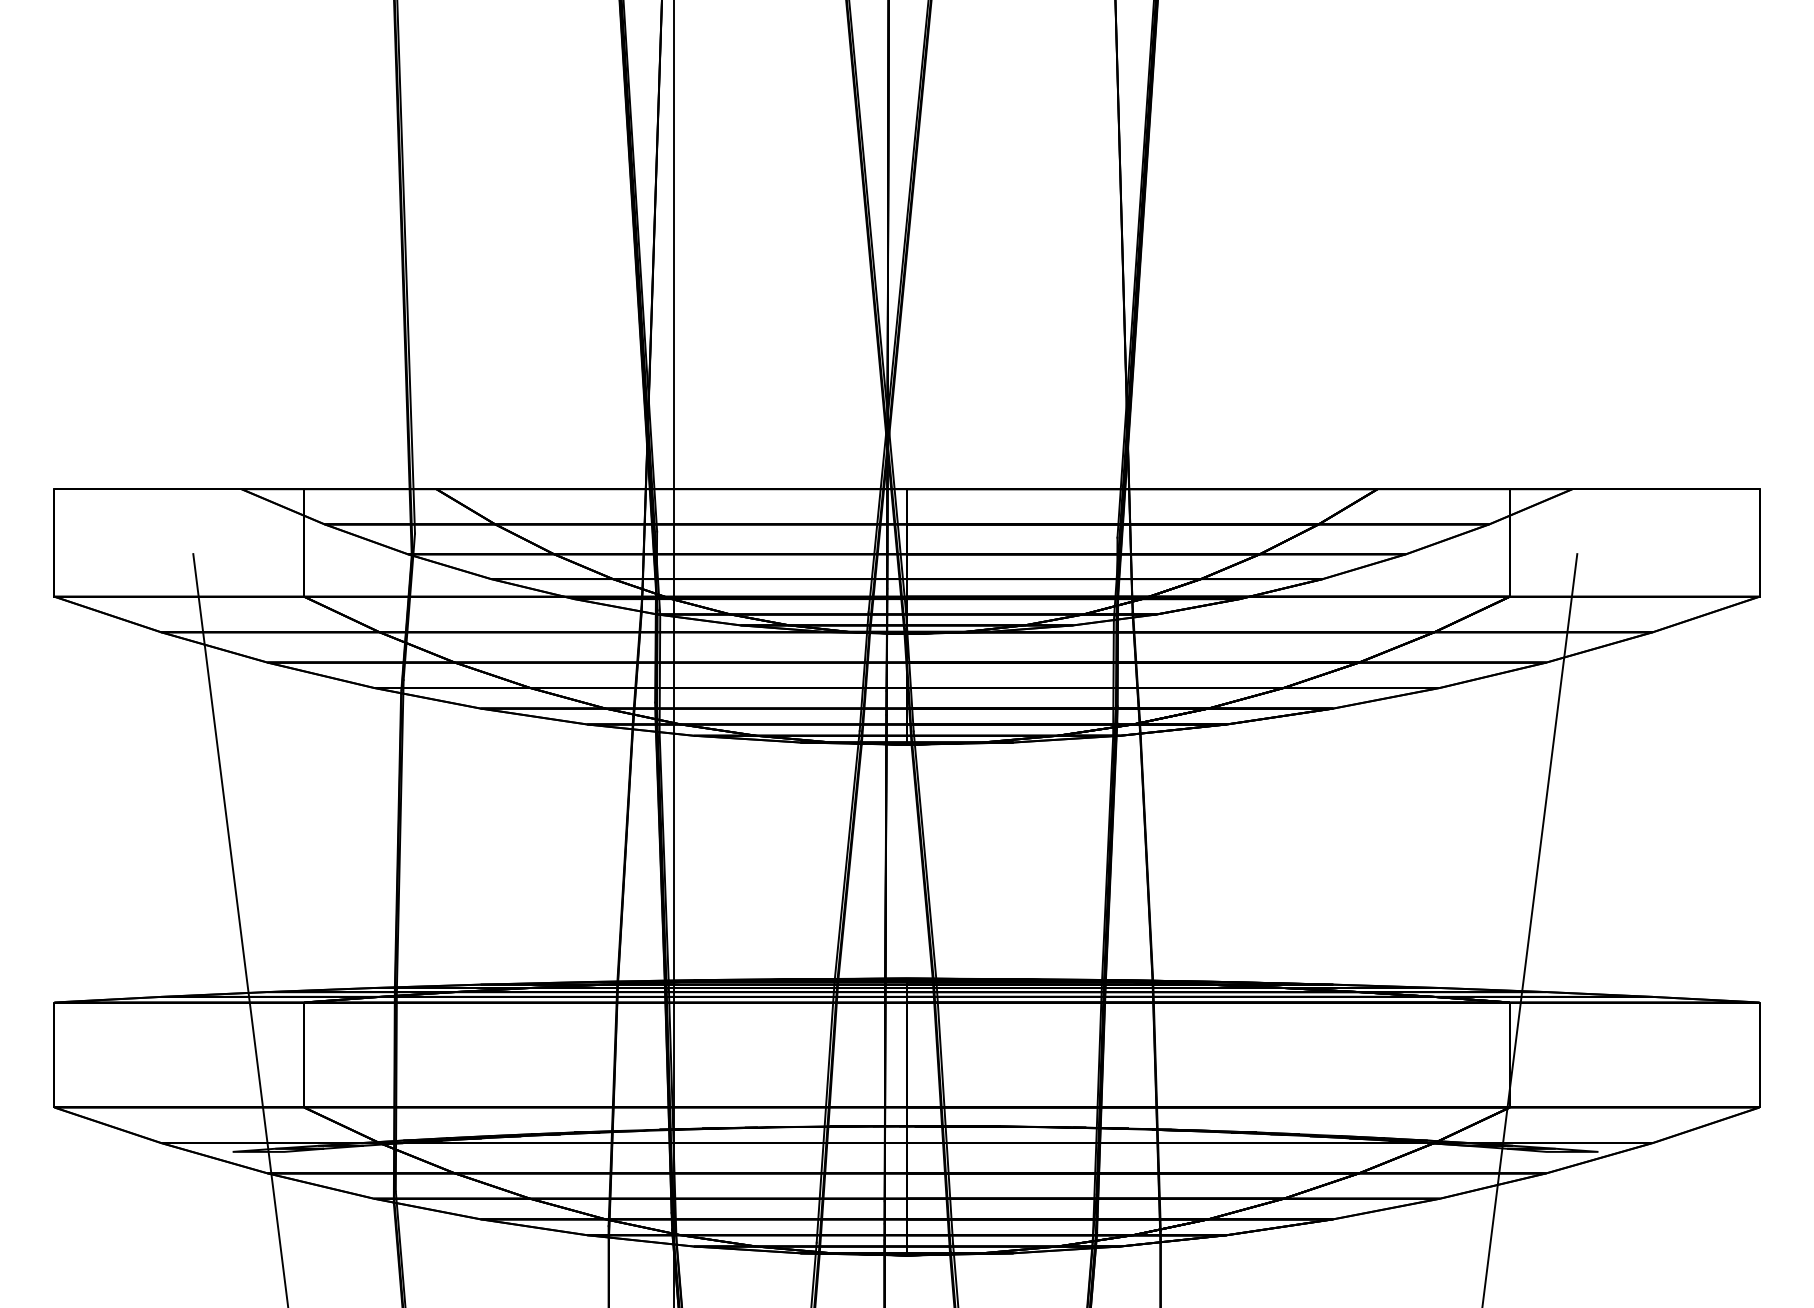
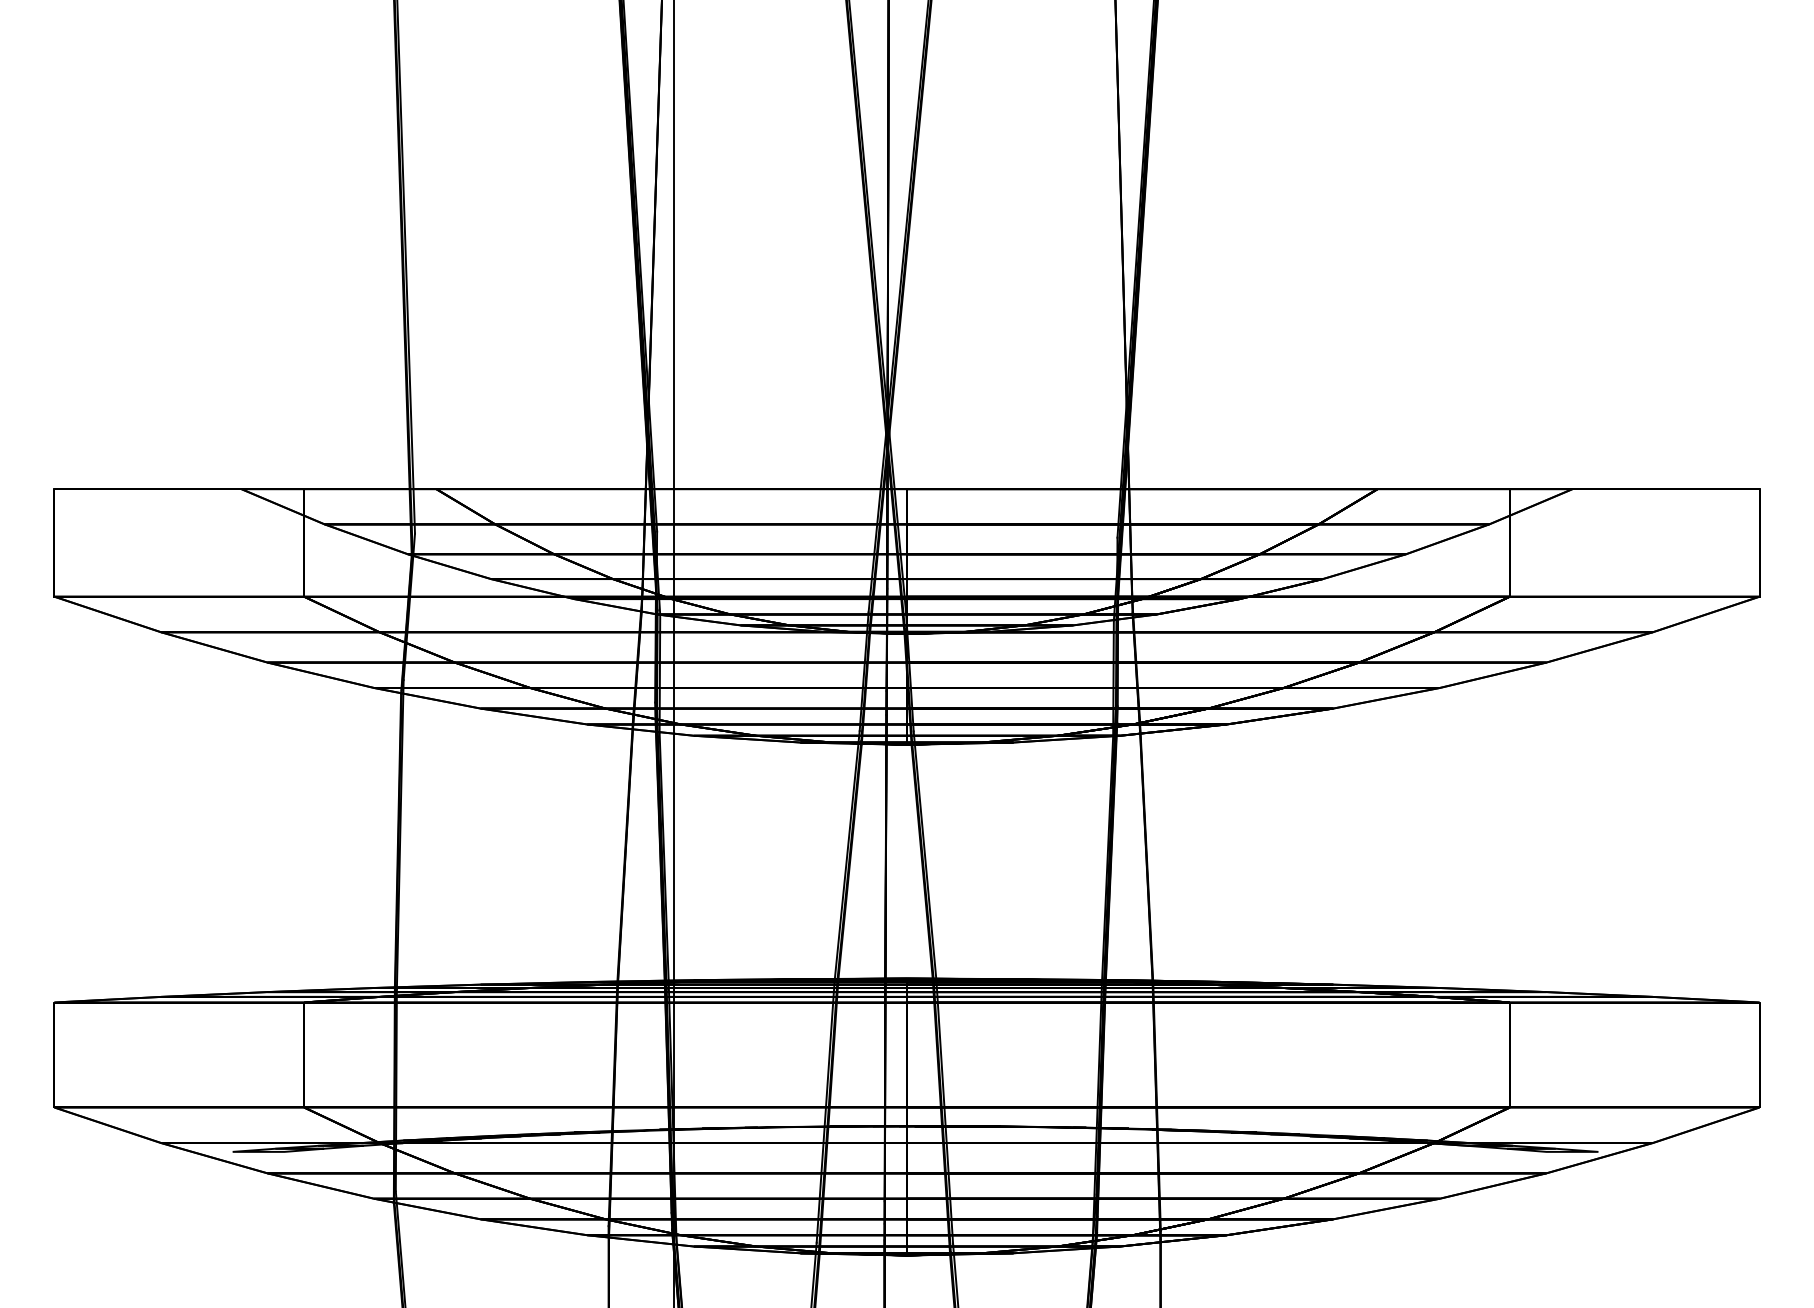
line at (240, 929): present -> none
line at (1529, 929): present -> none
